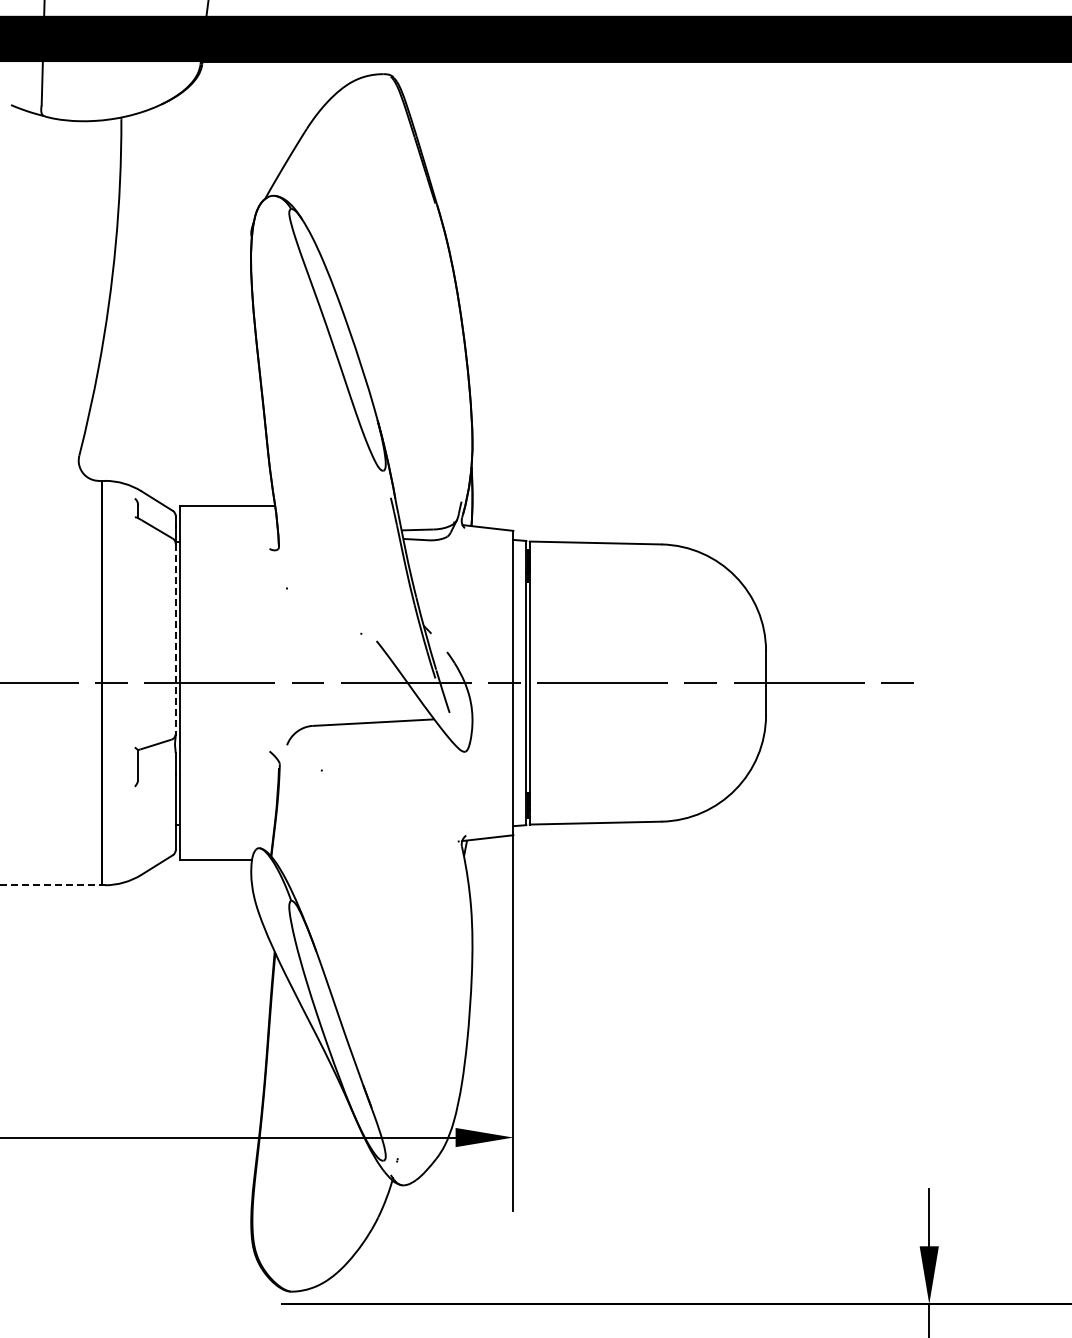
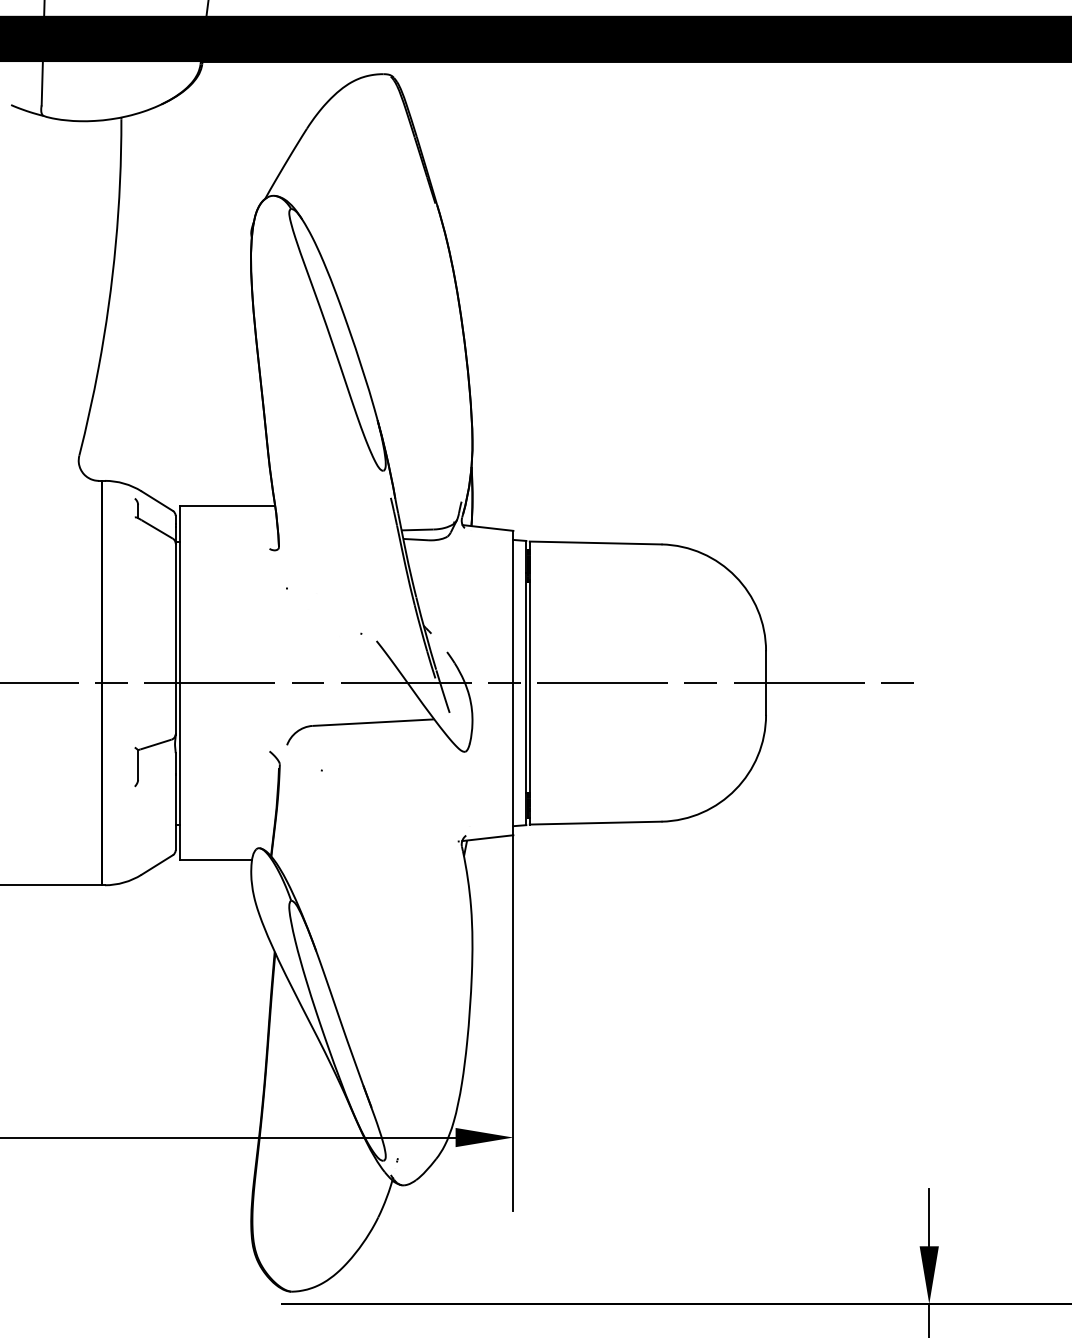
line at (175, 639): dashed -> solid
line at (51, 885): dashed -> solid
